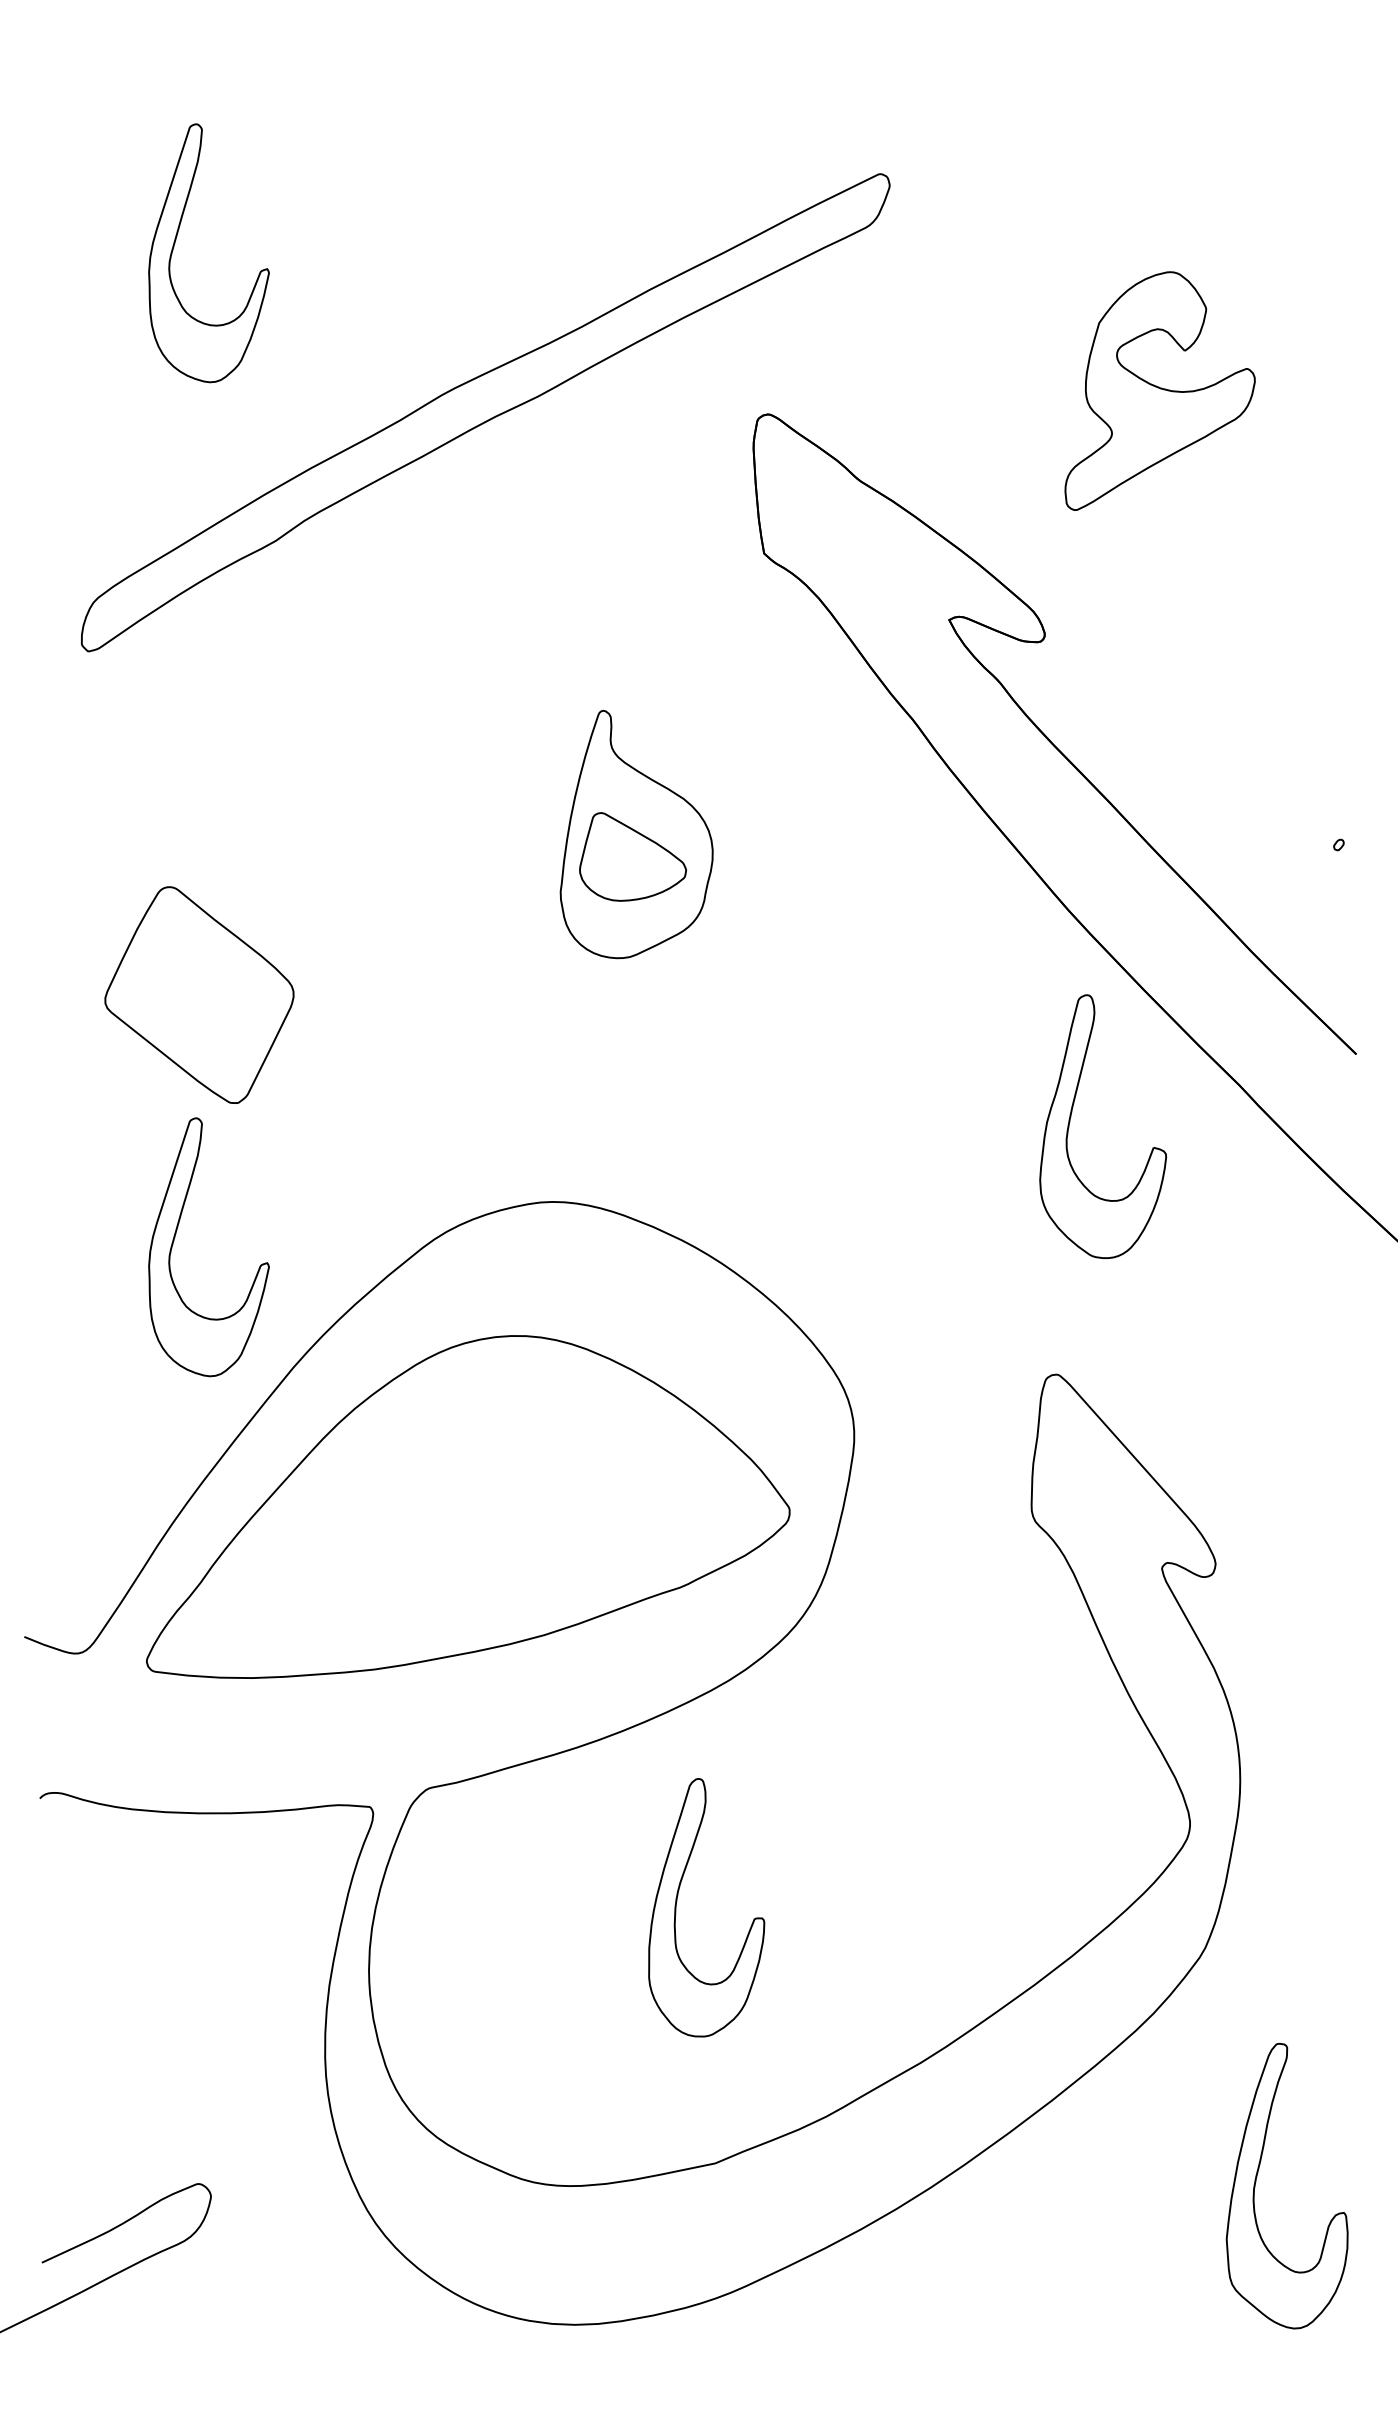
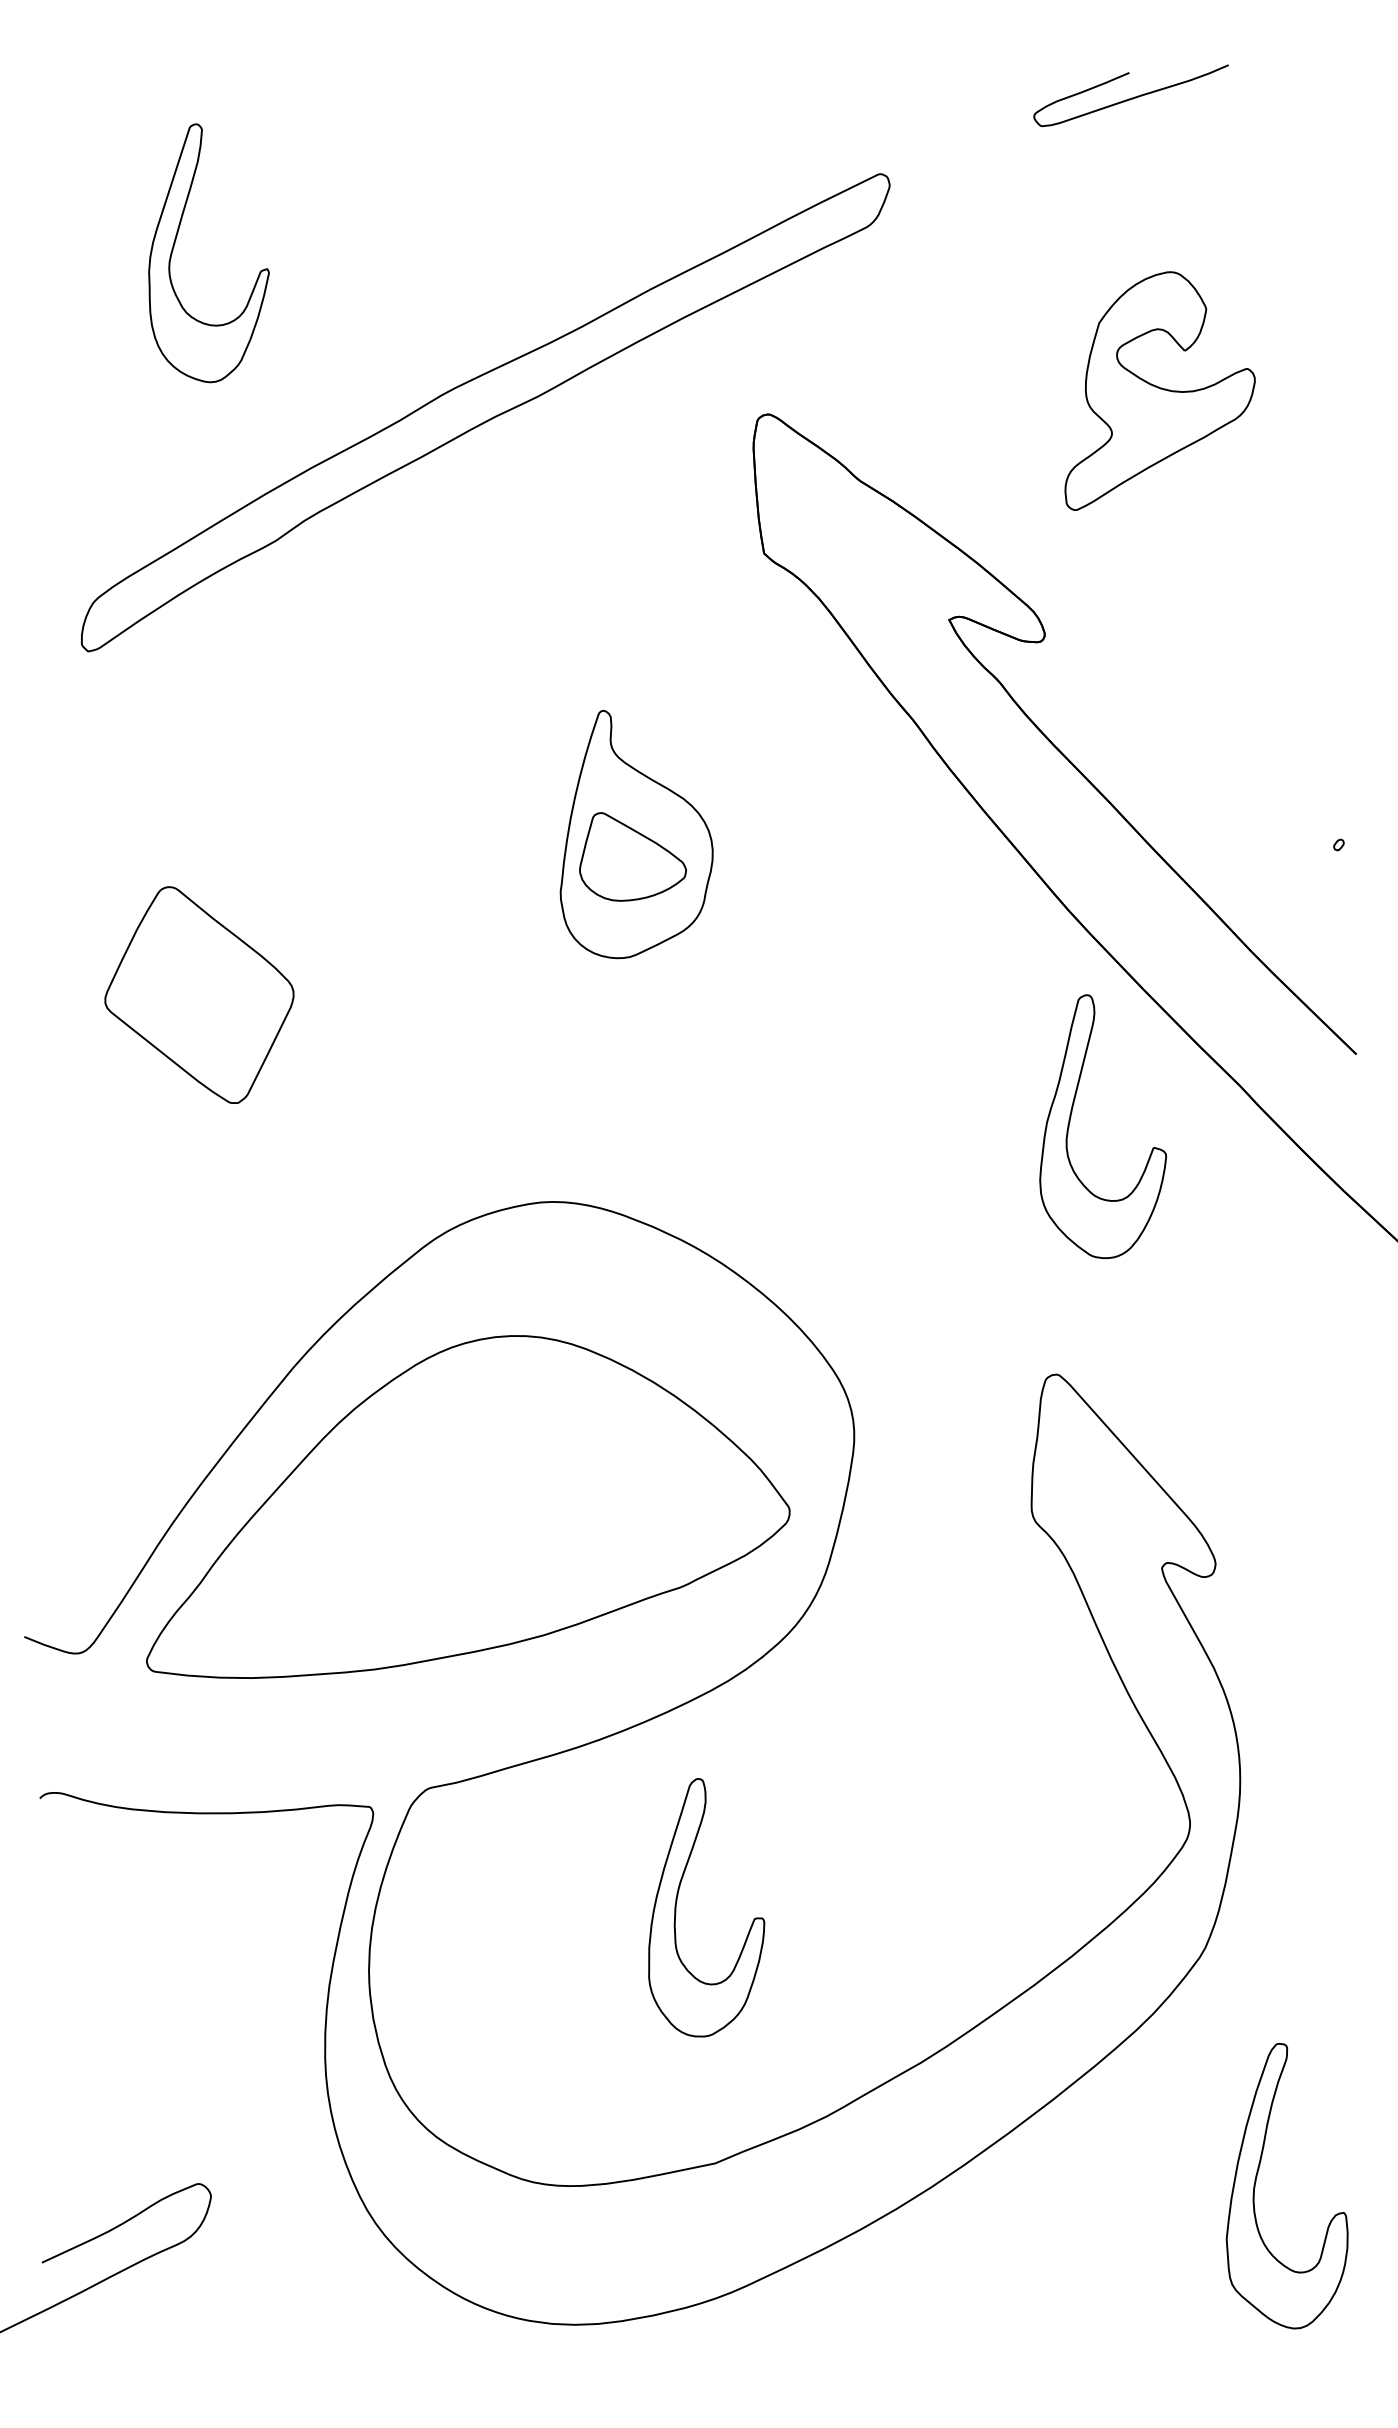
curve at (1131, 97): none -> present
part at (175, 1237): present -> none
